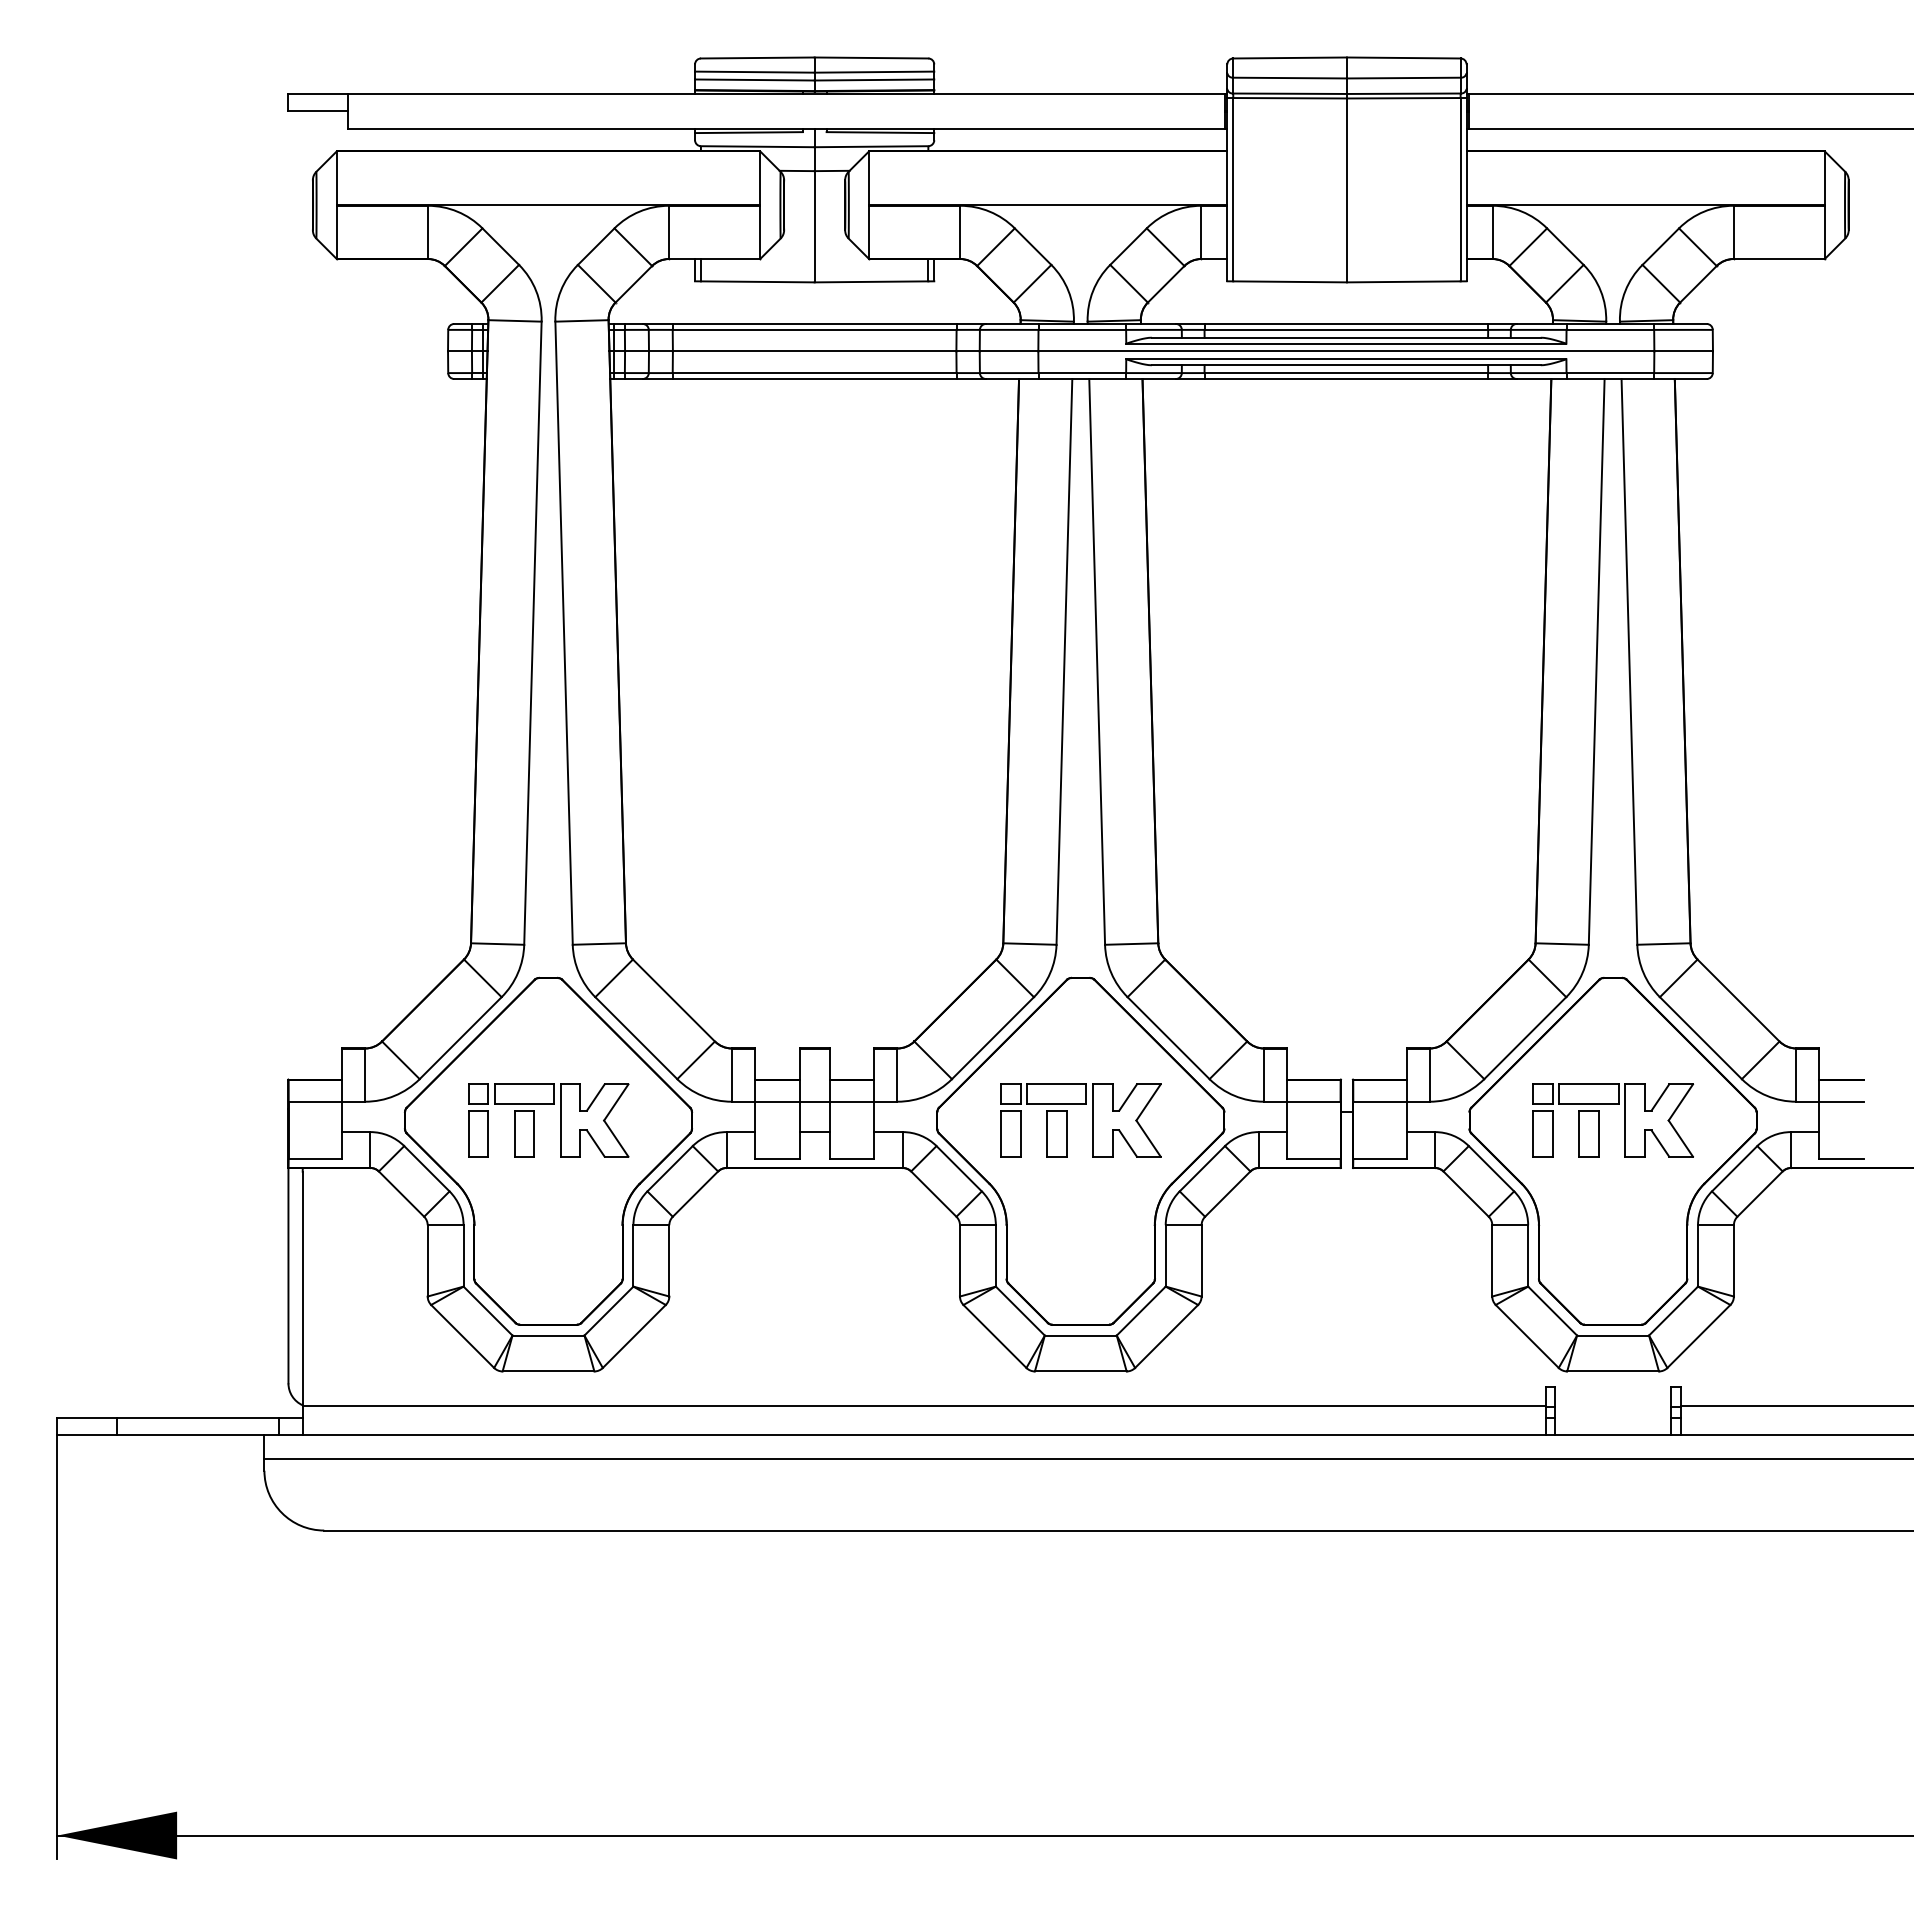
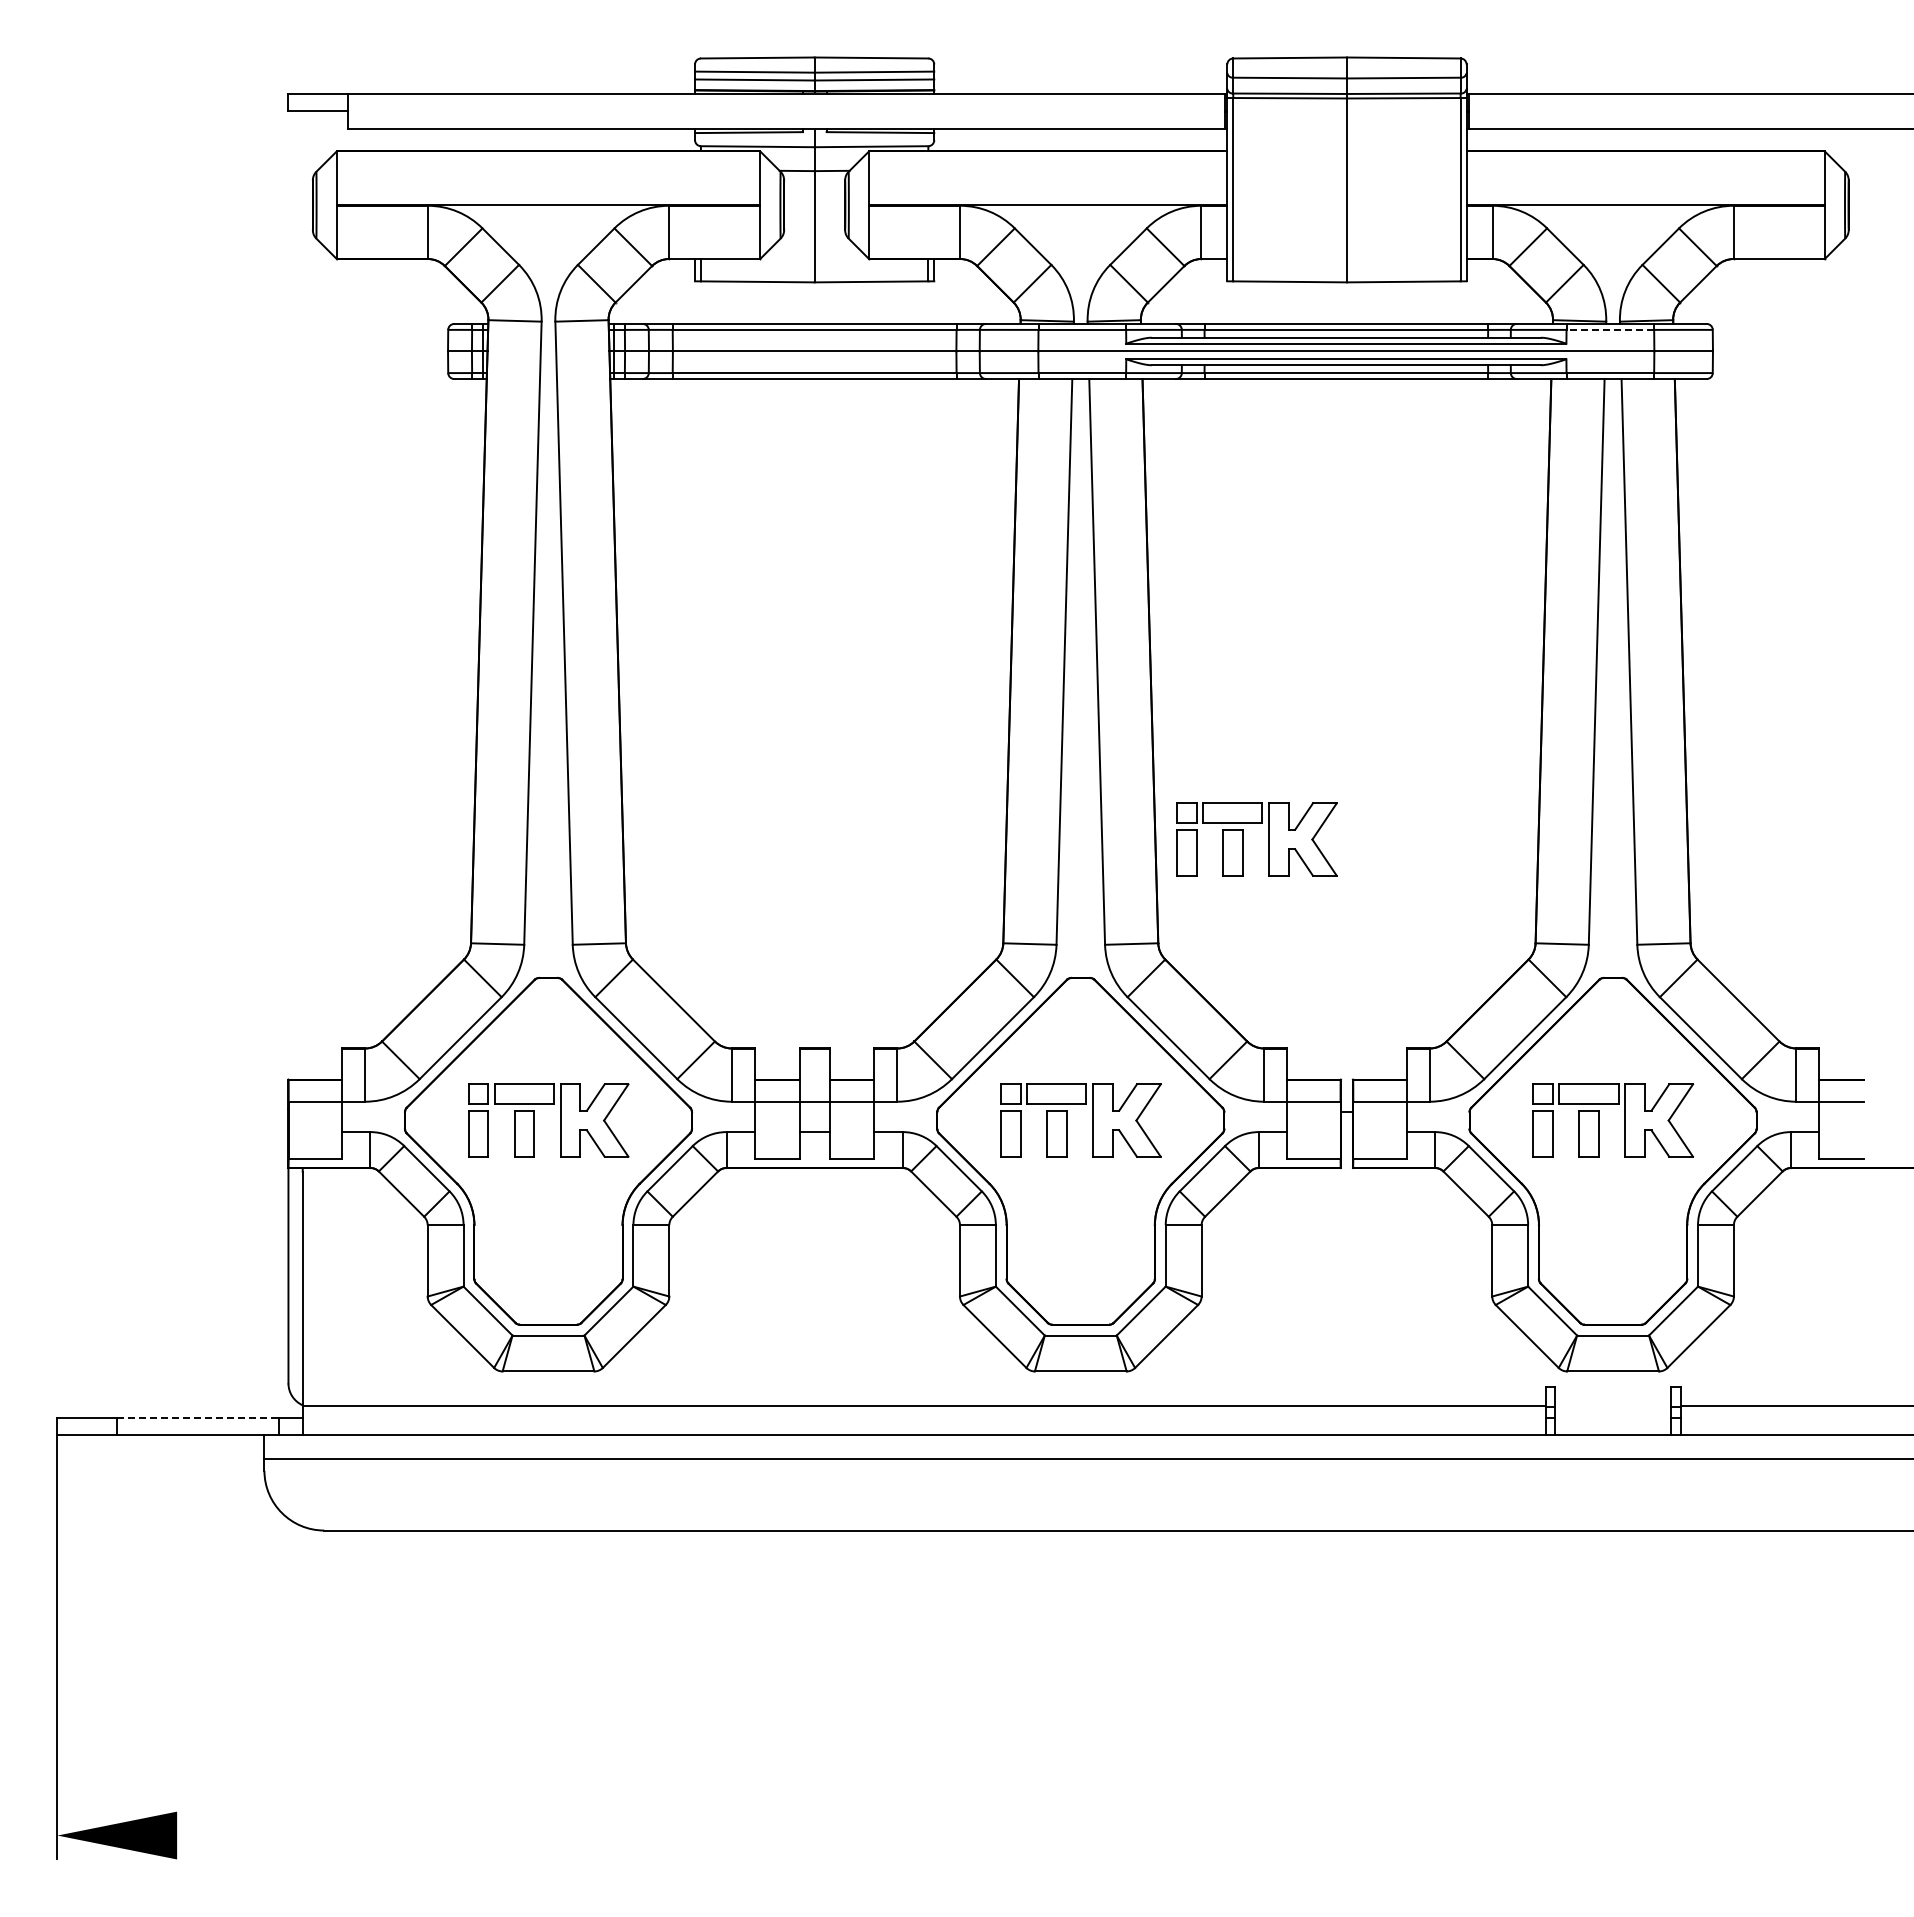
line at (1610, 329): solid -> dashed
part at (1268, 839): none -> present
line at (198, 1418): solid -> dashed
line at (983, 1835): present -> none
